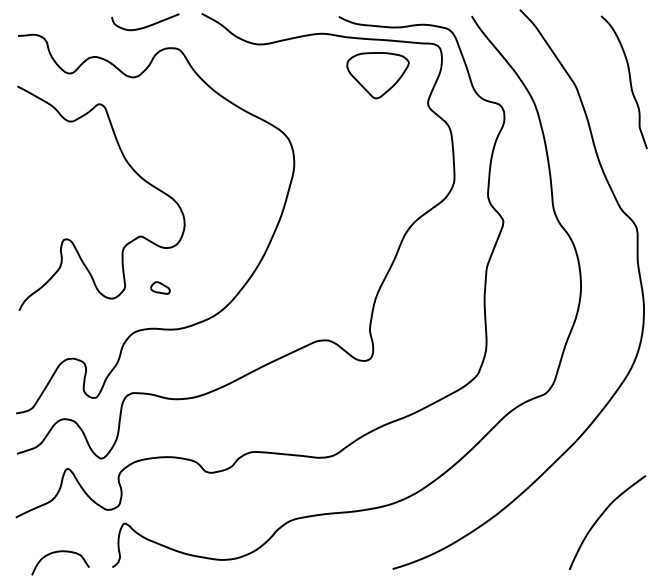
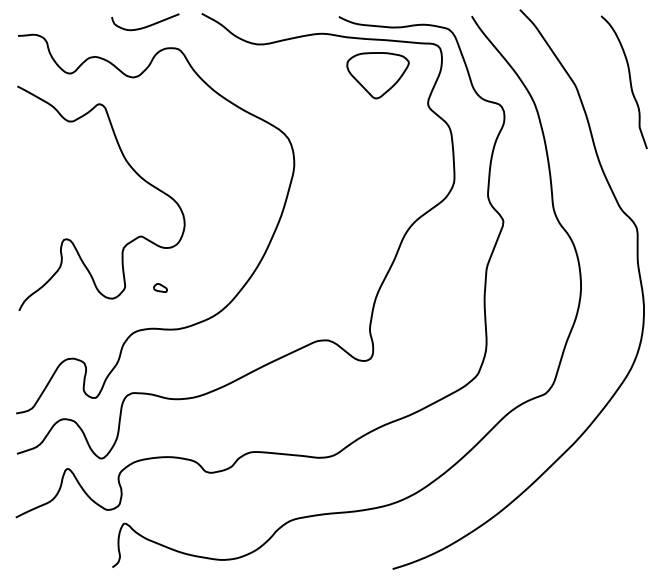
part at (160, 287) size: 21x14 px -> 15x10 px
curve at (601, 516): present -> none
curve at (60, 552): present -> none
